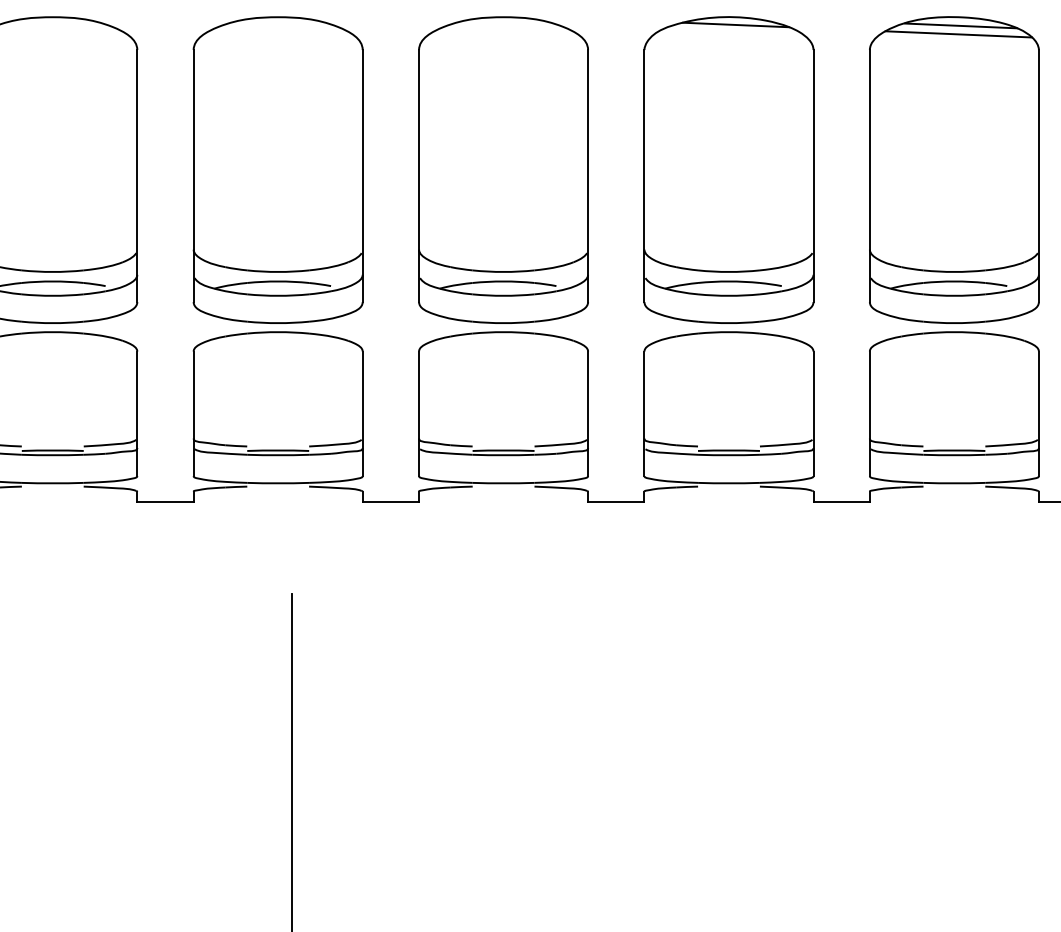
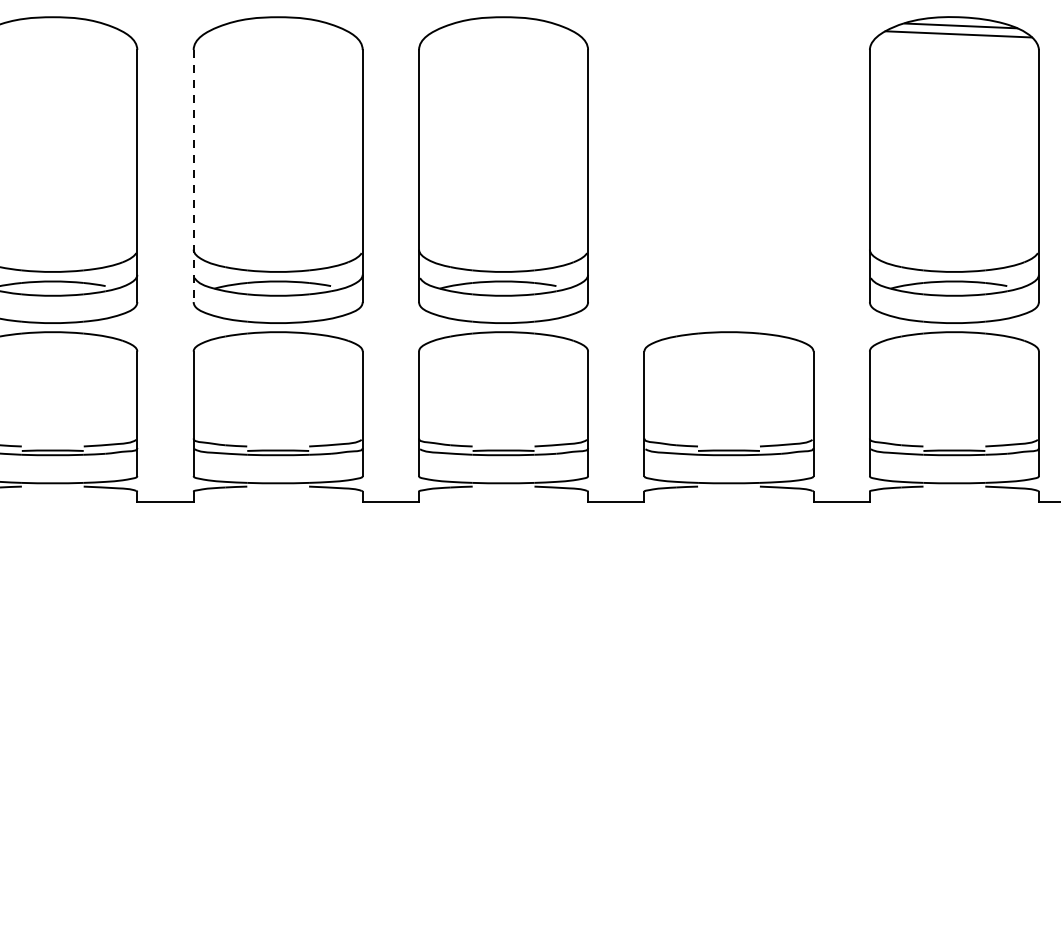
part at (728, 169): present -> none
line at (193, 176): solid -> dashed
line at (291, 761): present -> none
